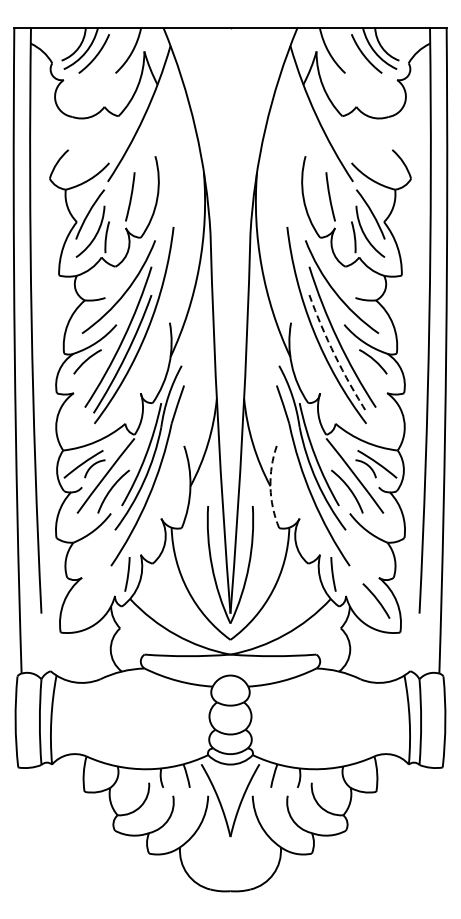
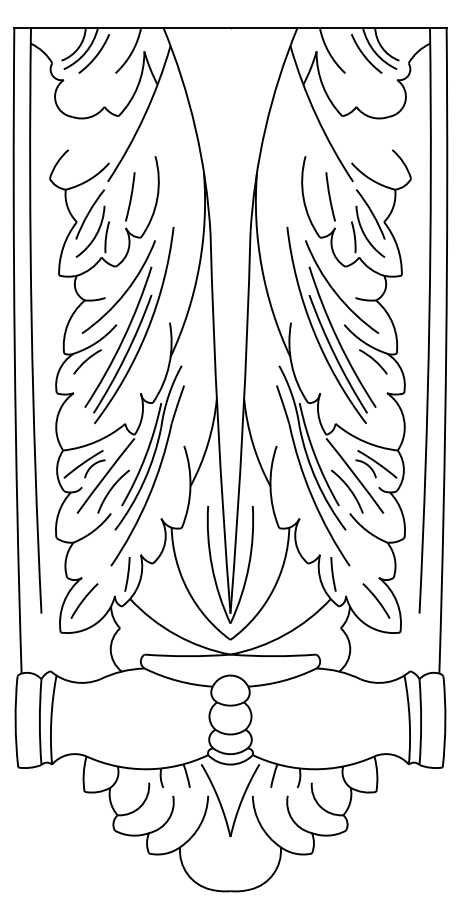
arc at (335, 355): dashed -> solid
arc at (270, 487): dashed -> solid
arc at (84, 600): none -> present
